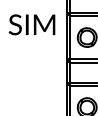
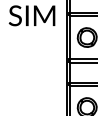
text at (31, 24) position: (31, 24) -> (31, 15)
